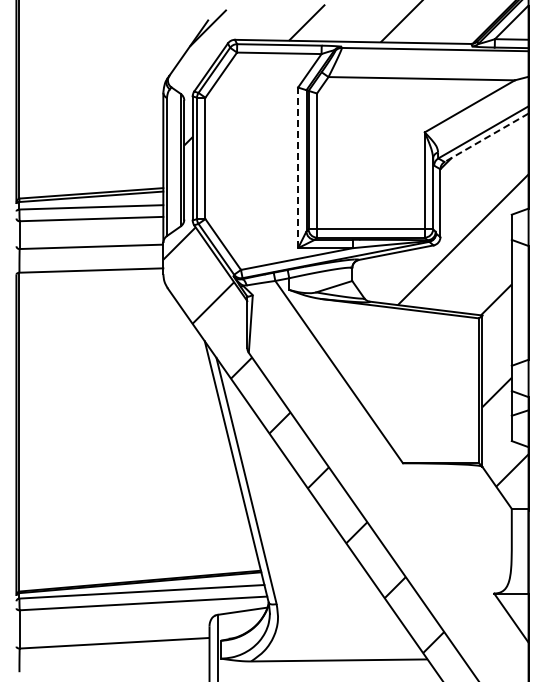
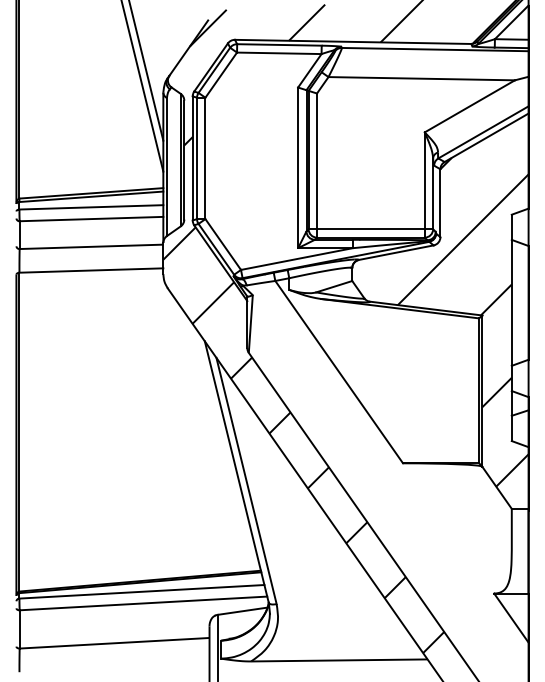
line at (146, 71): none -> present
line at (142, 86): none -> present
line at (486, 138): dashed -> solid
line at (298, 167): dashed -> solid
